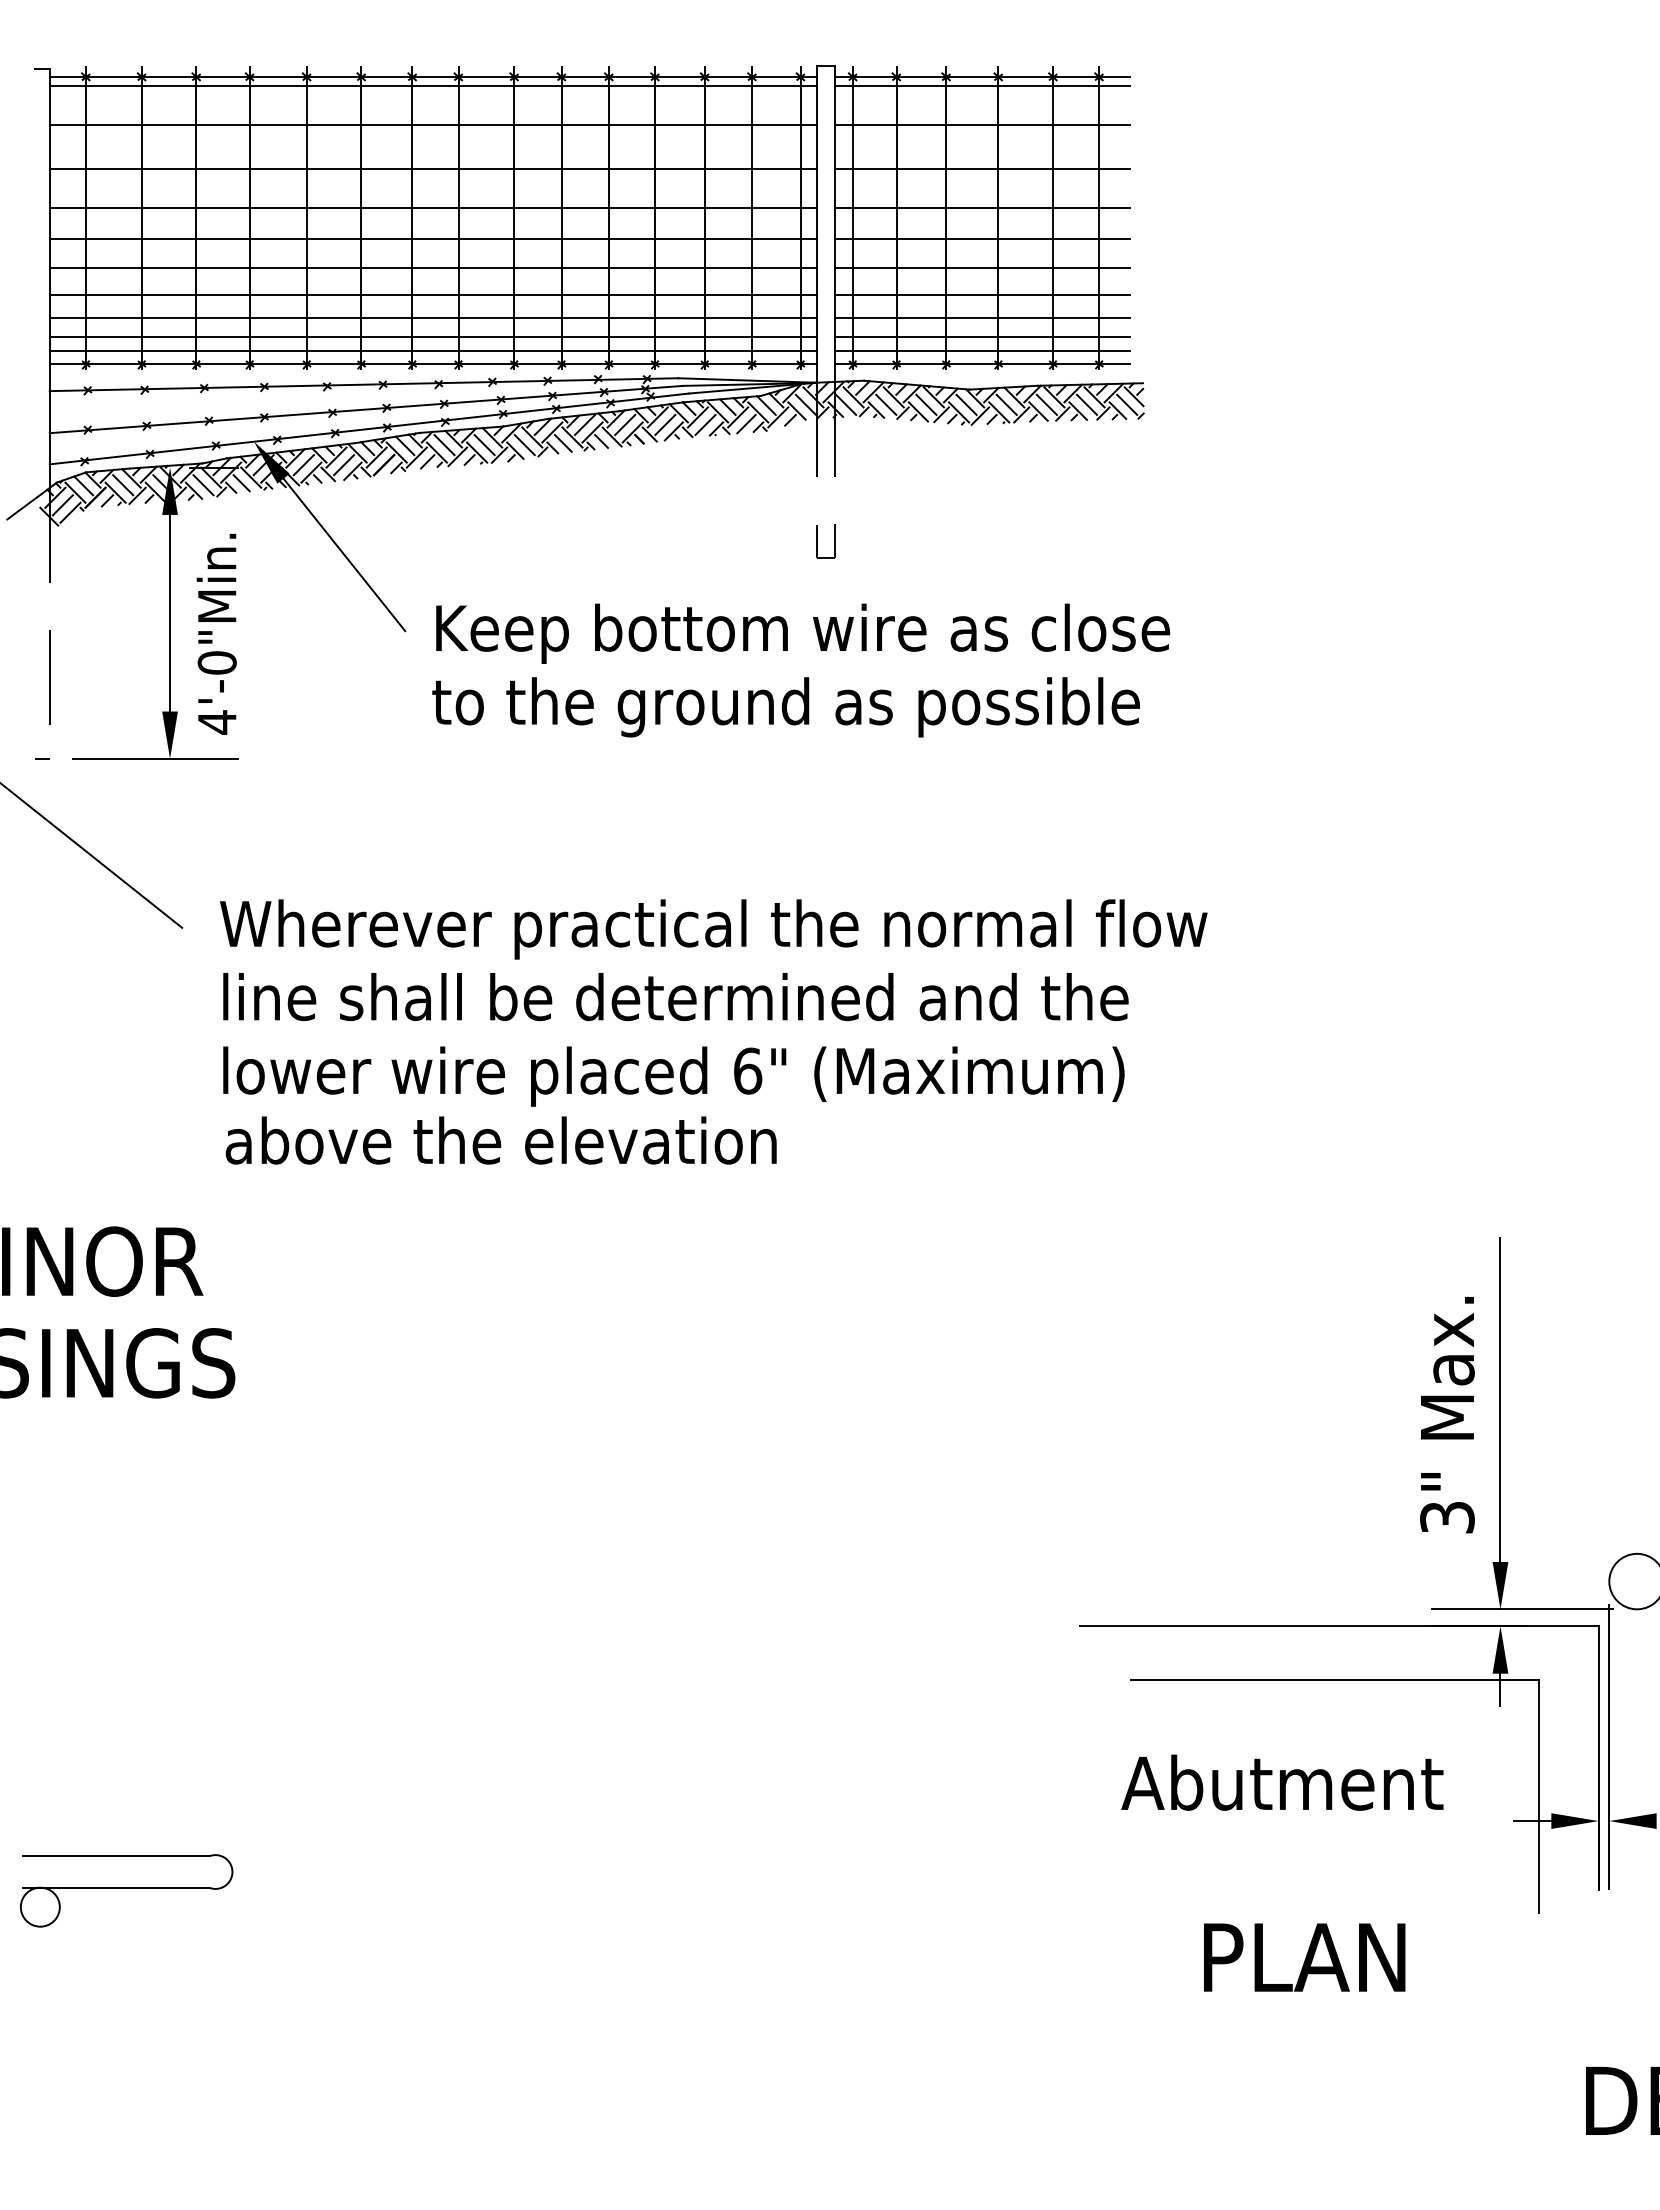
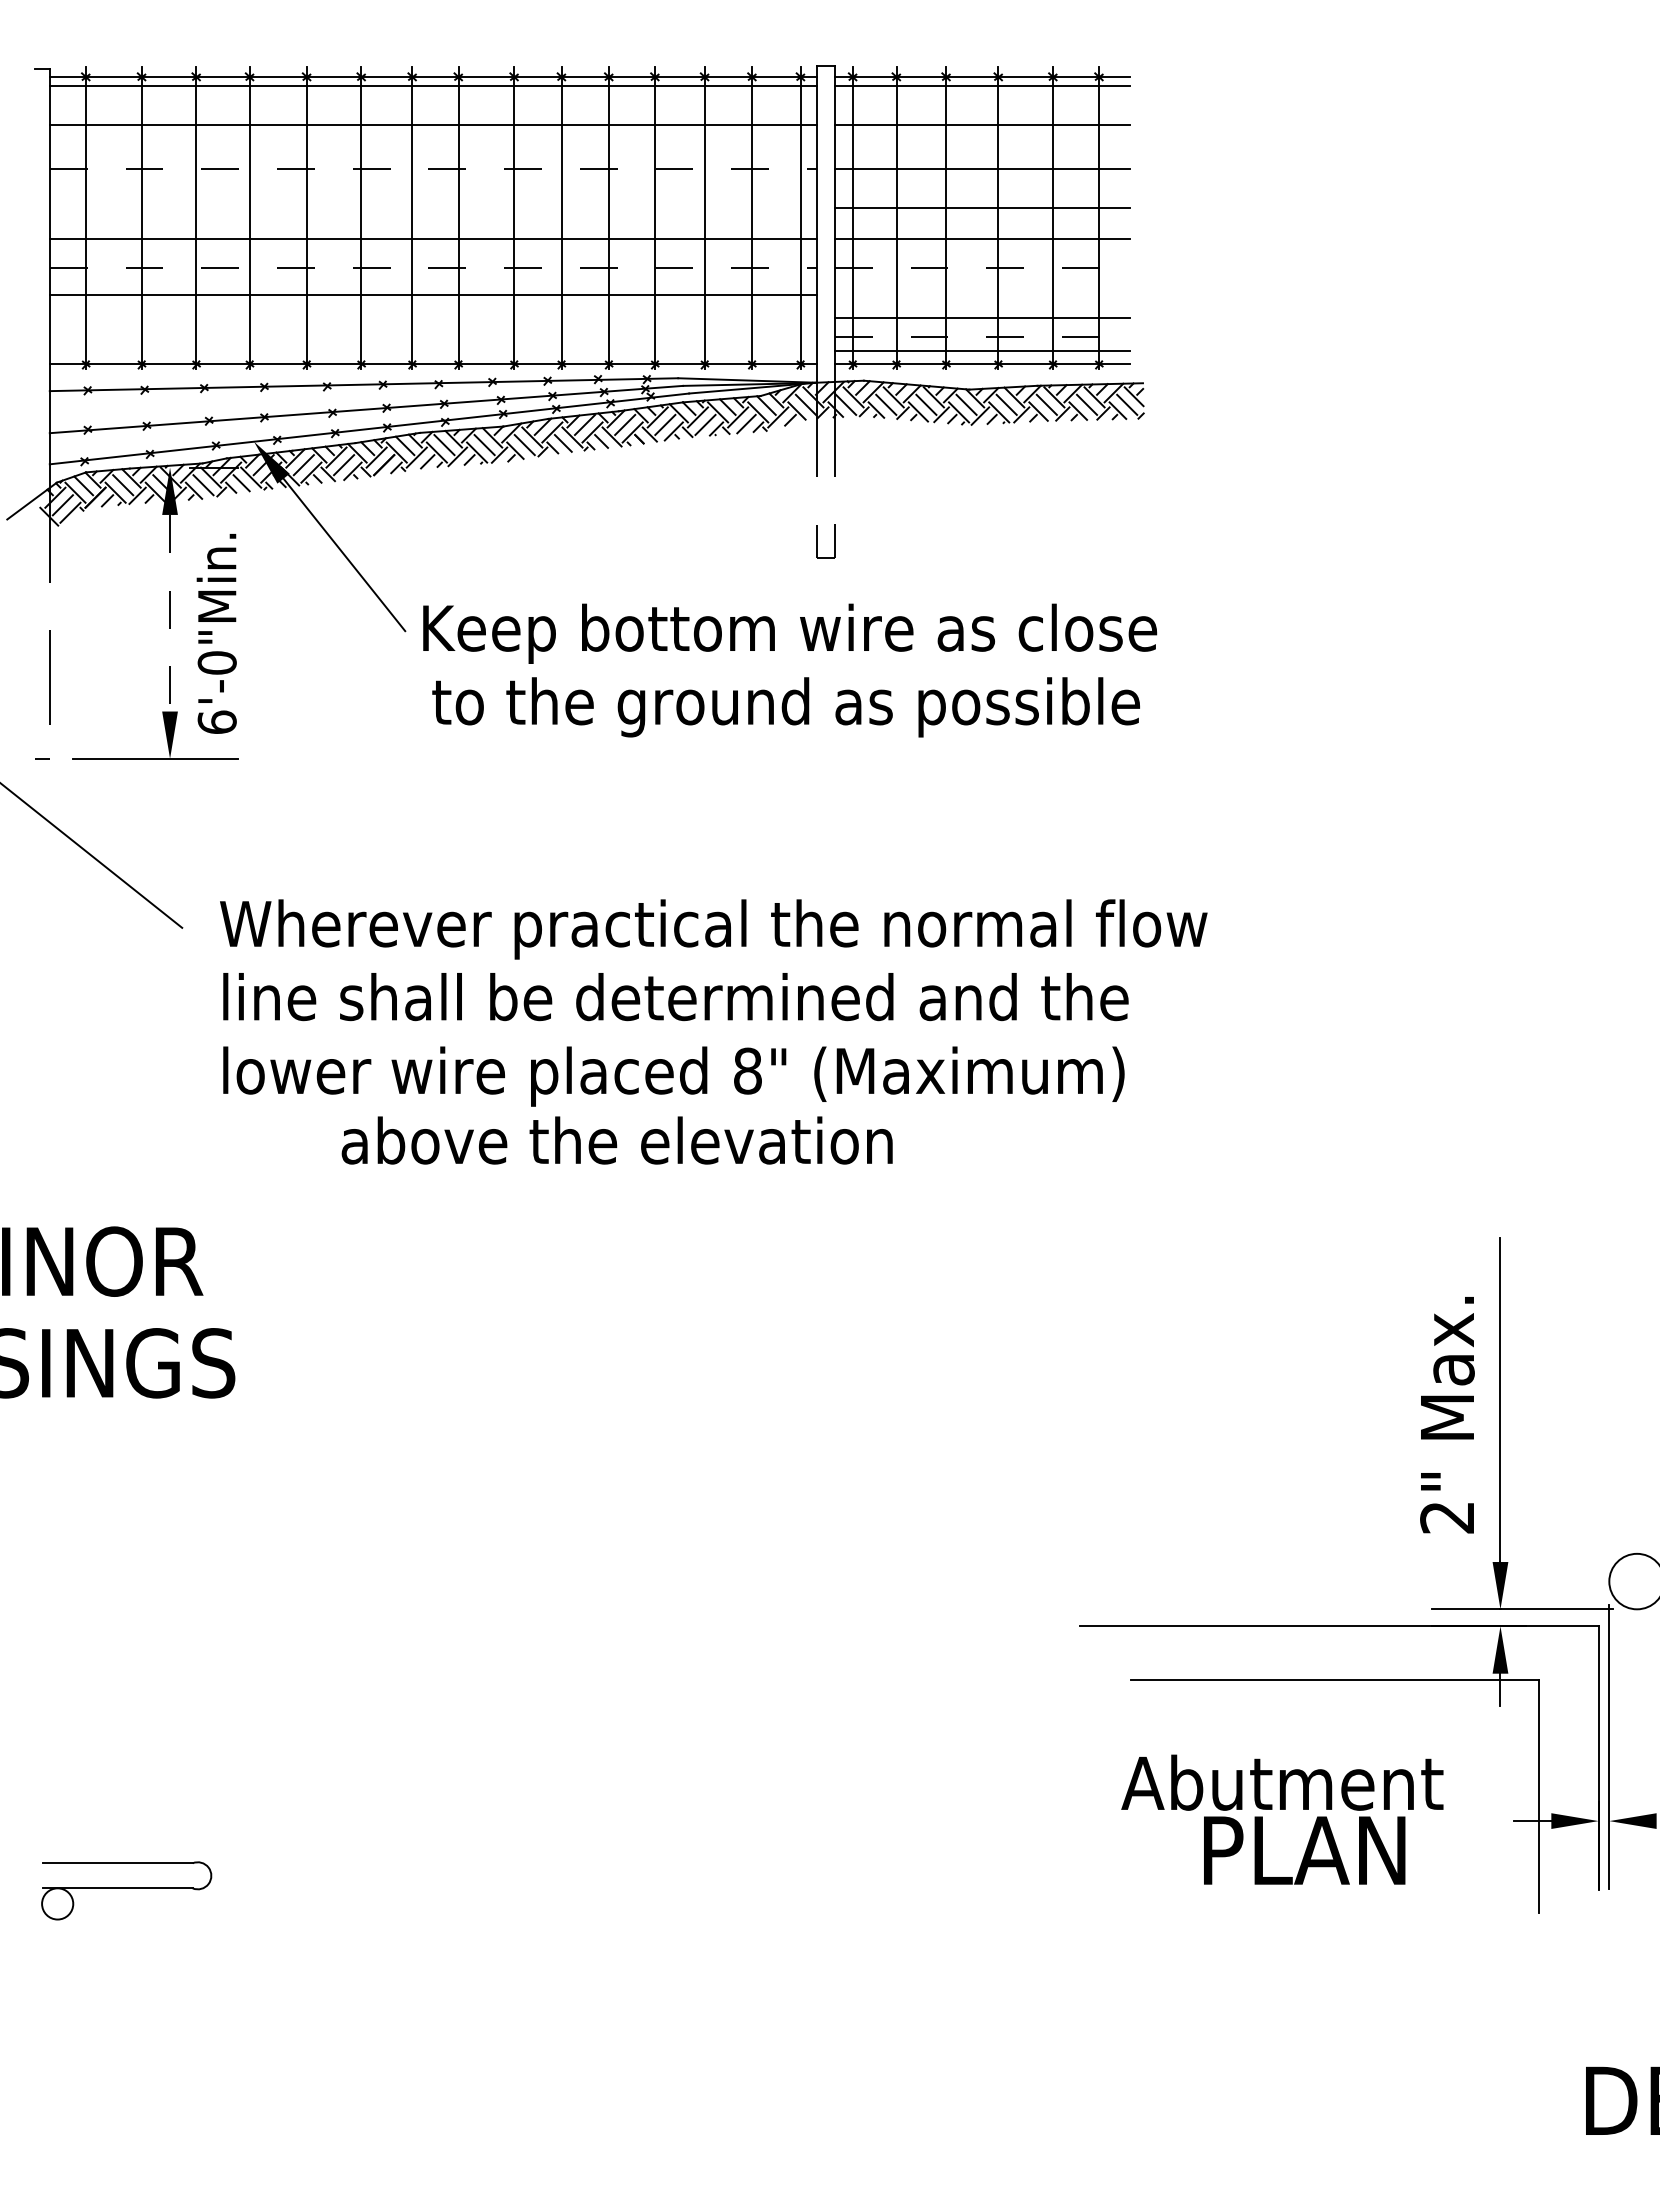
line at (433, 169): solid -> dashed
line at (432, 208): present -> none
line at (433, 267): solid -> dashed
line at (982, 267): solid -> dashed
line at (981, 294): present -> none
line at (432, 318): present -> none
line at (432, 336): present -> none
line at (982, 336): solid -> dashed
line at (432, 350): present -> none
line at (170, 613): solid -> dashed
text at (803, 633) position: (803, 633) -> (790, 633)
text at (216, 722): 4'-0"Min. -> 6'-0"Min.
text at (748, 1070): 6" -> 8"
text at (500, 1140) position: (500, 1140) -> (616, 1140)
text at (1447, 1517): 3" -> 2"
part at (126, 1890) size: 214x74 px -> 172x60 px
text at (1304, 1957) position: (1304, 1957) -> (1304, 1850)
